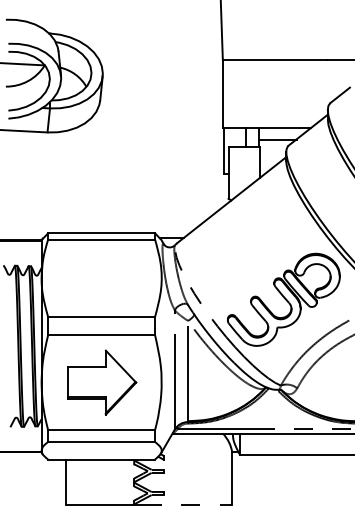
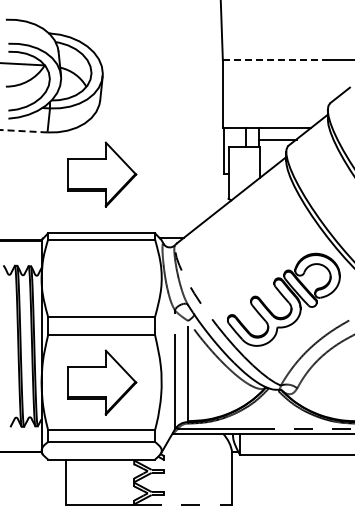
line at (275, 60): solid -> dashed
line at (23, 131): solid -> dashed
part at (102, 174): none -> present
